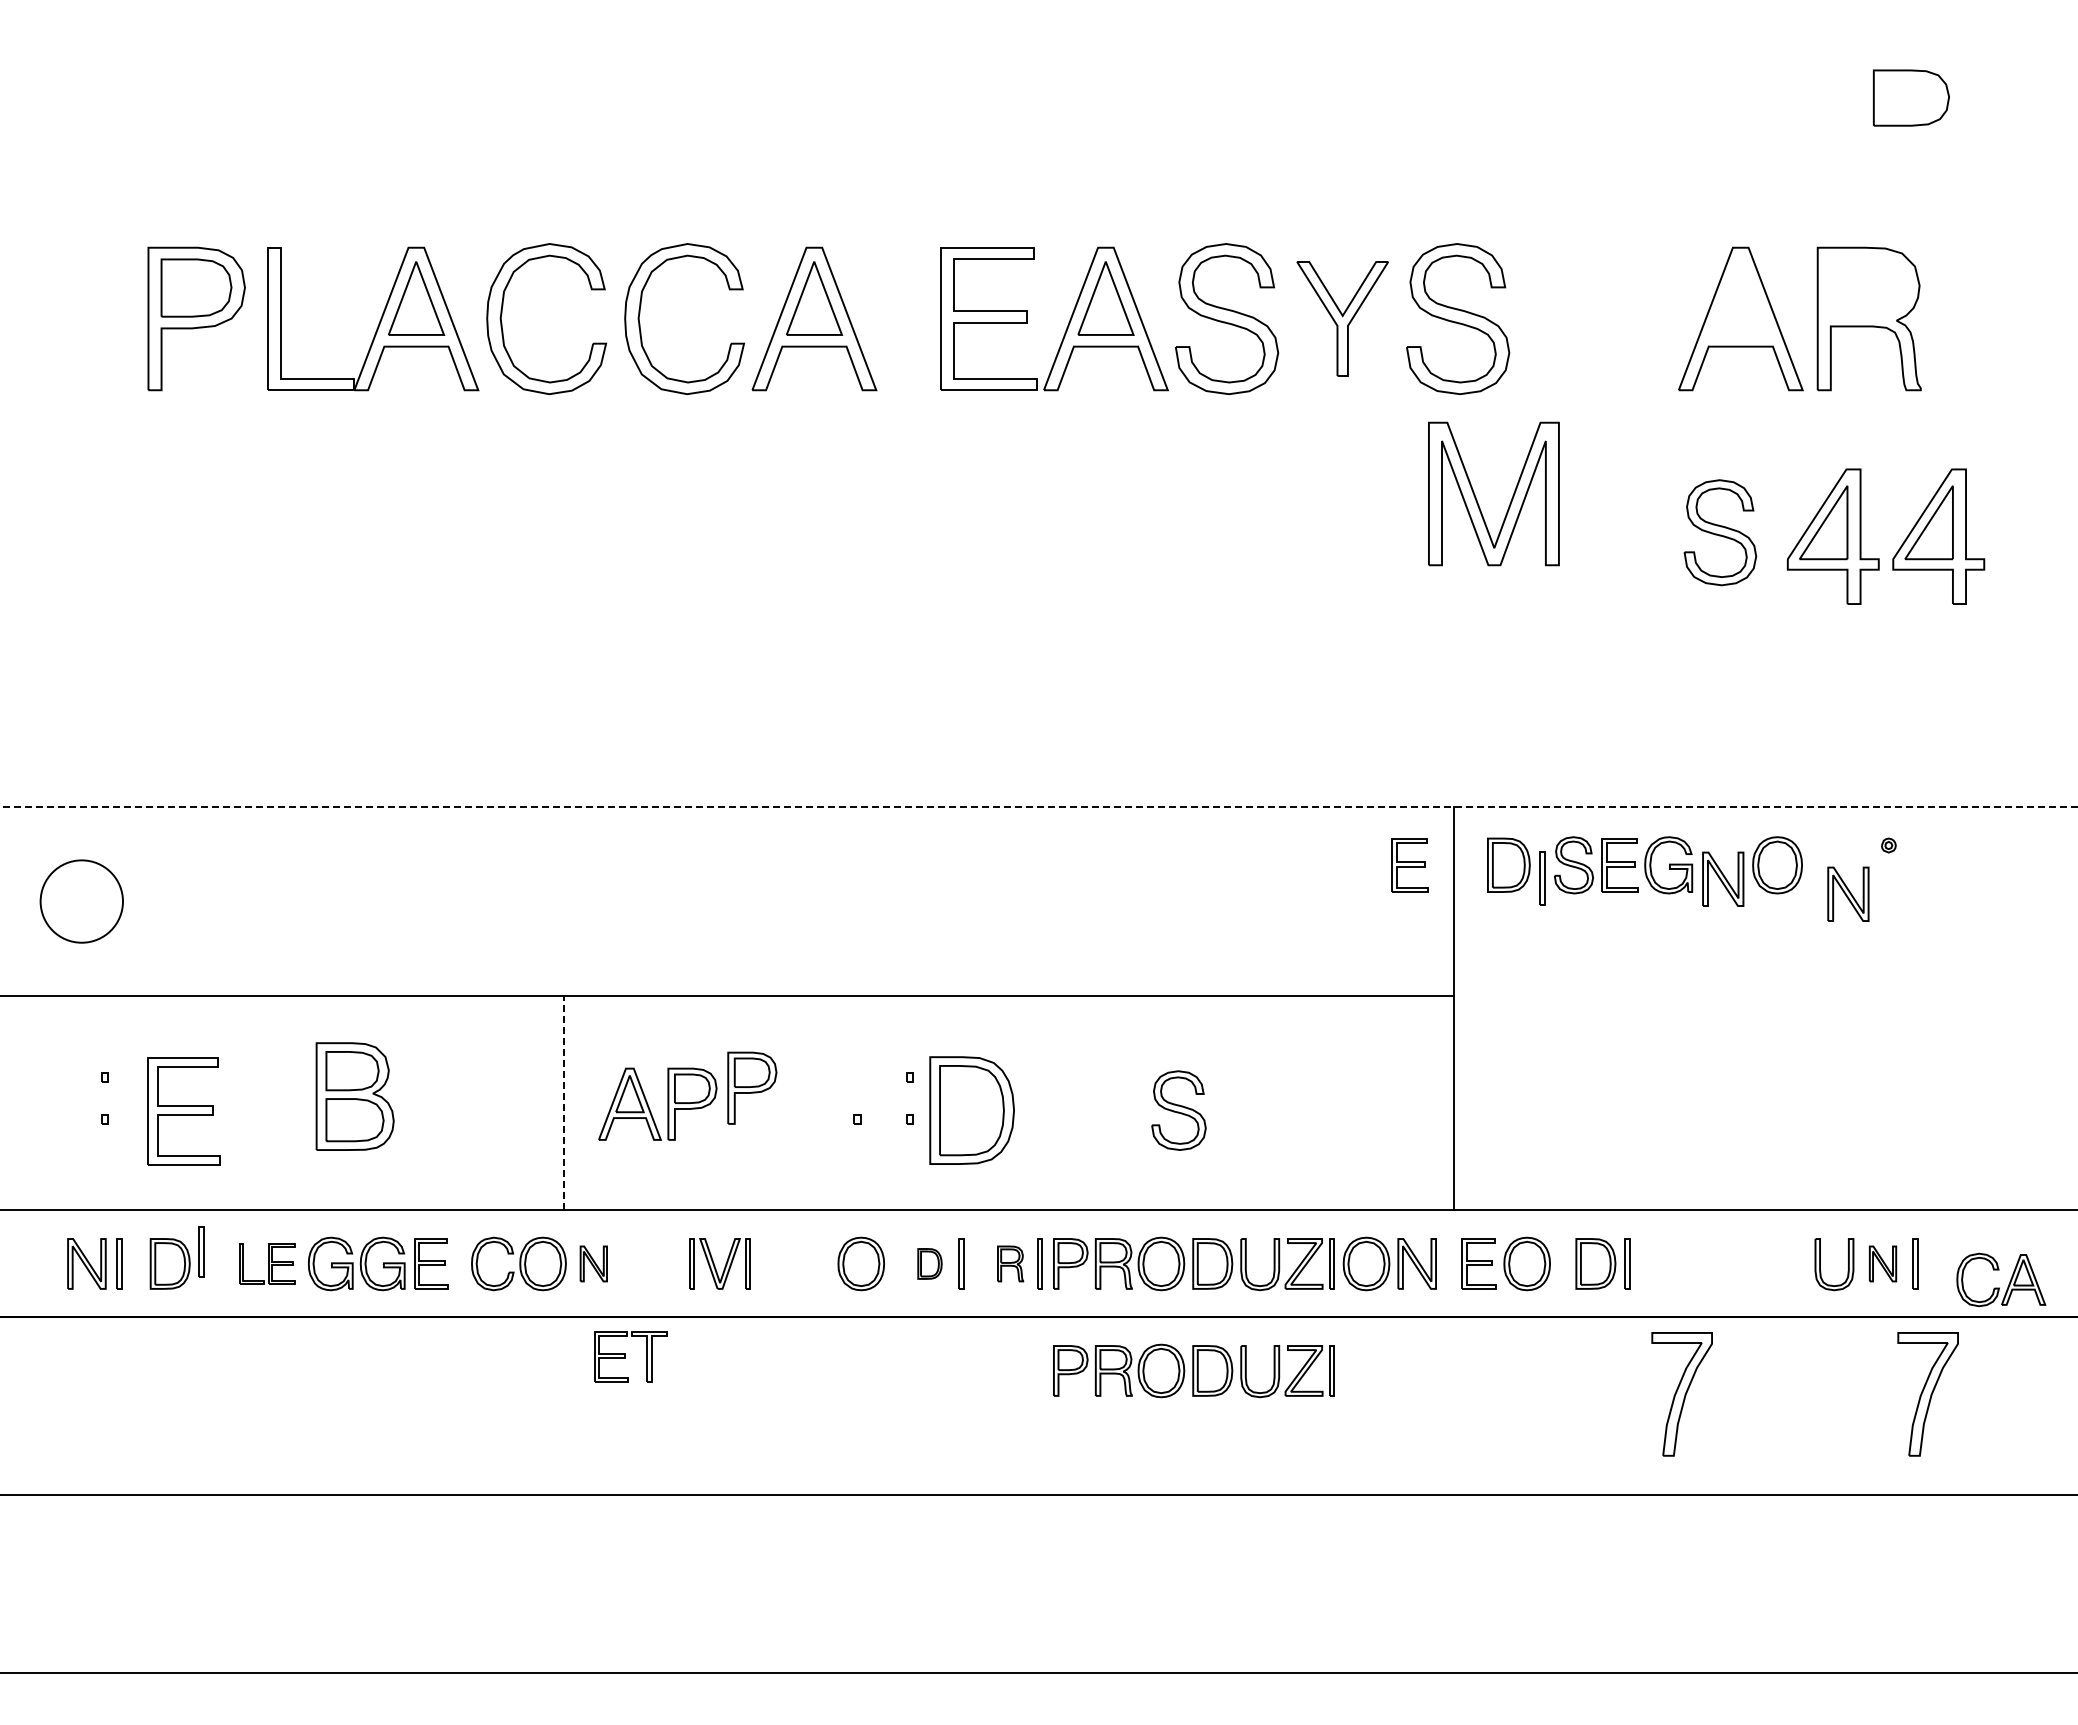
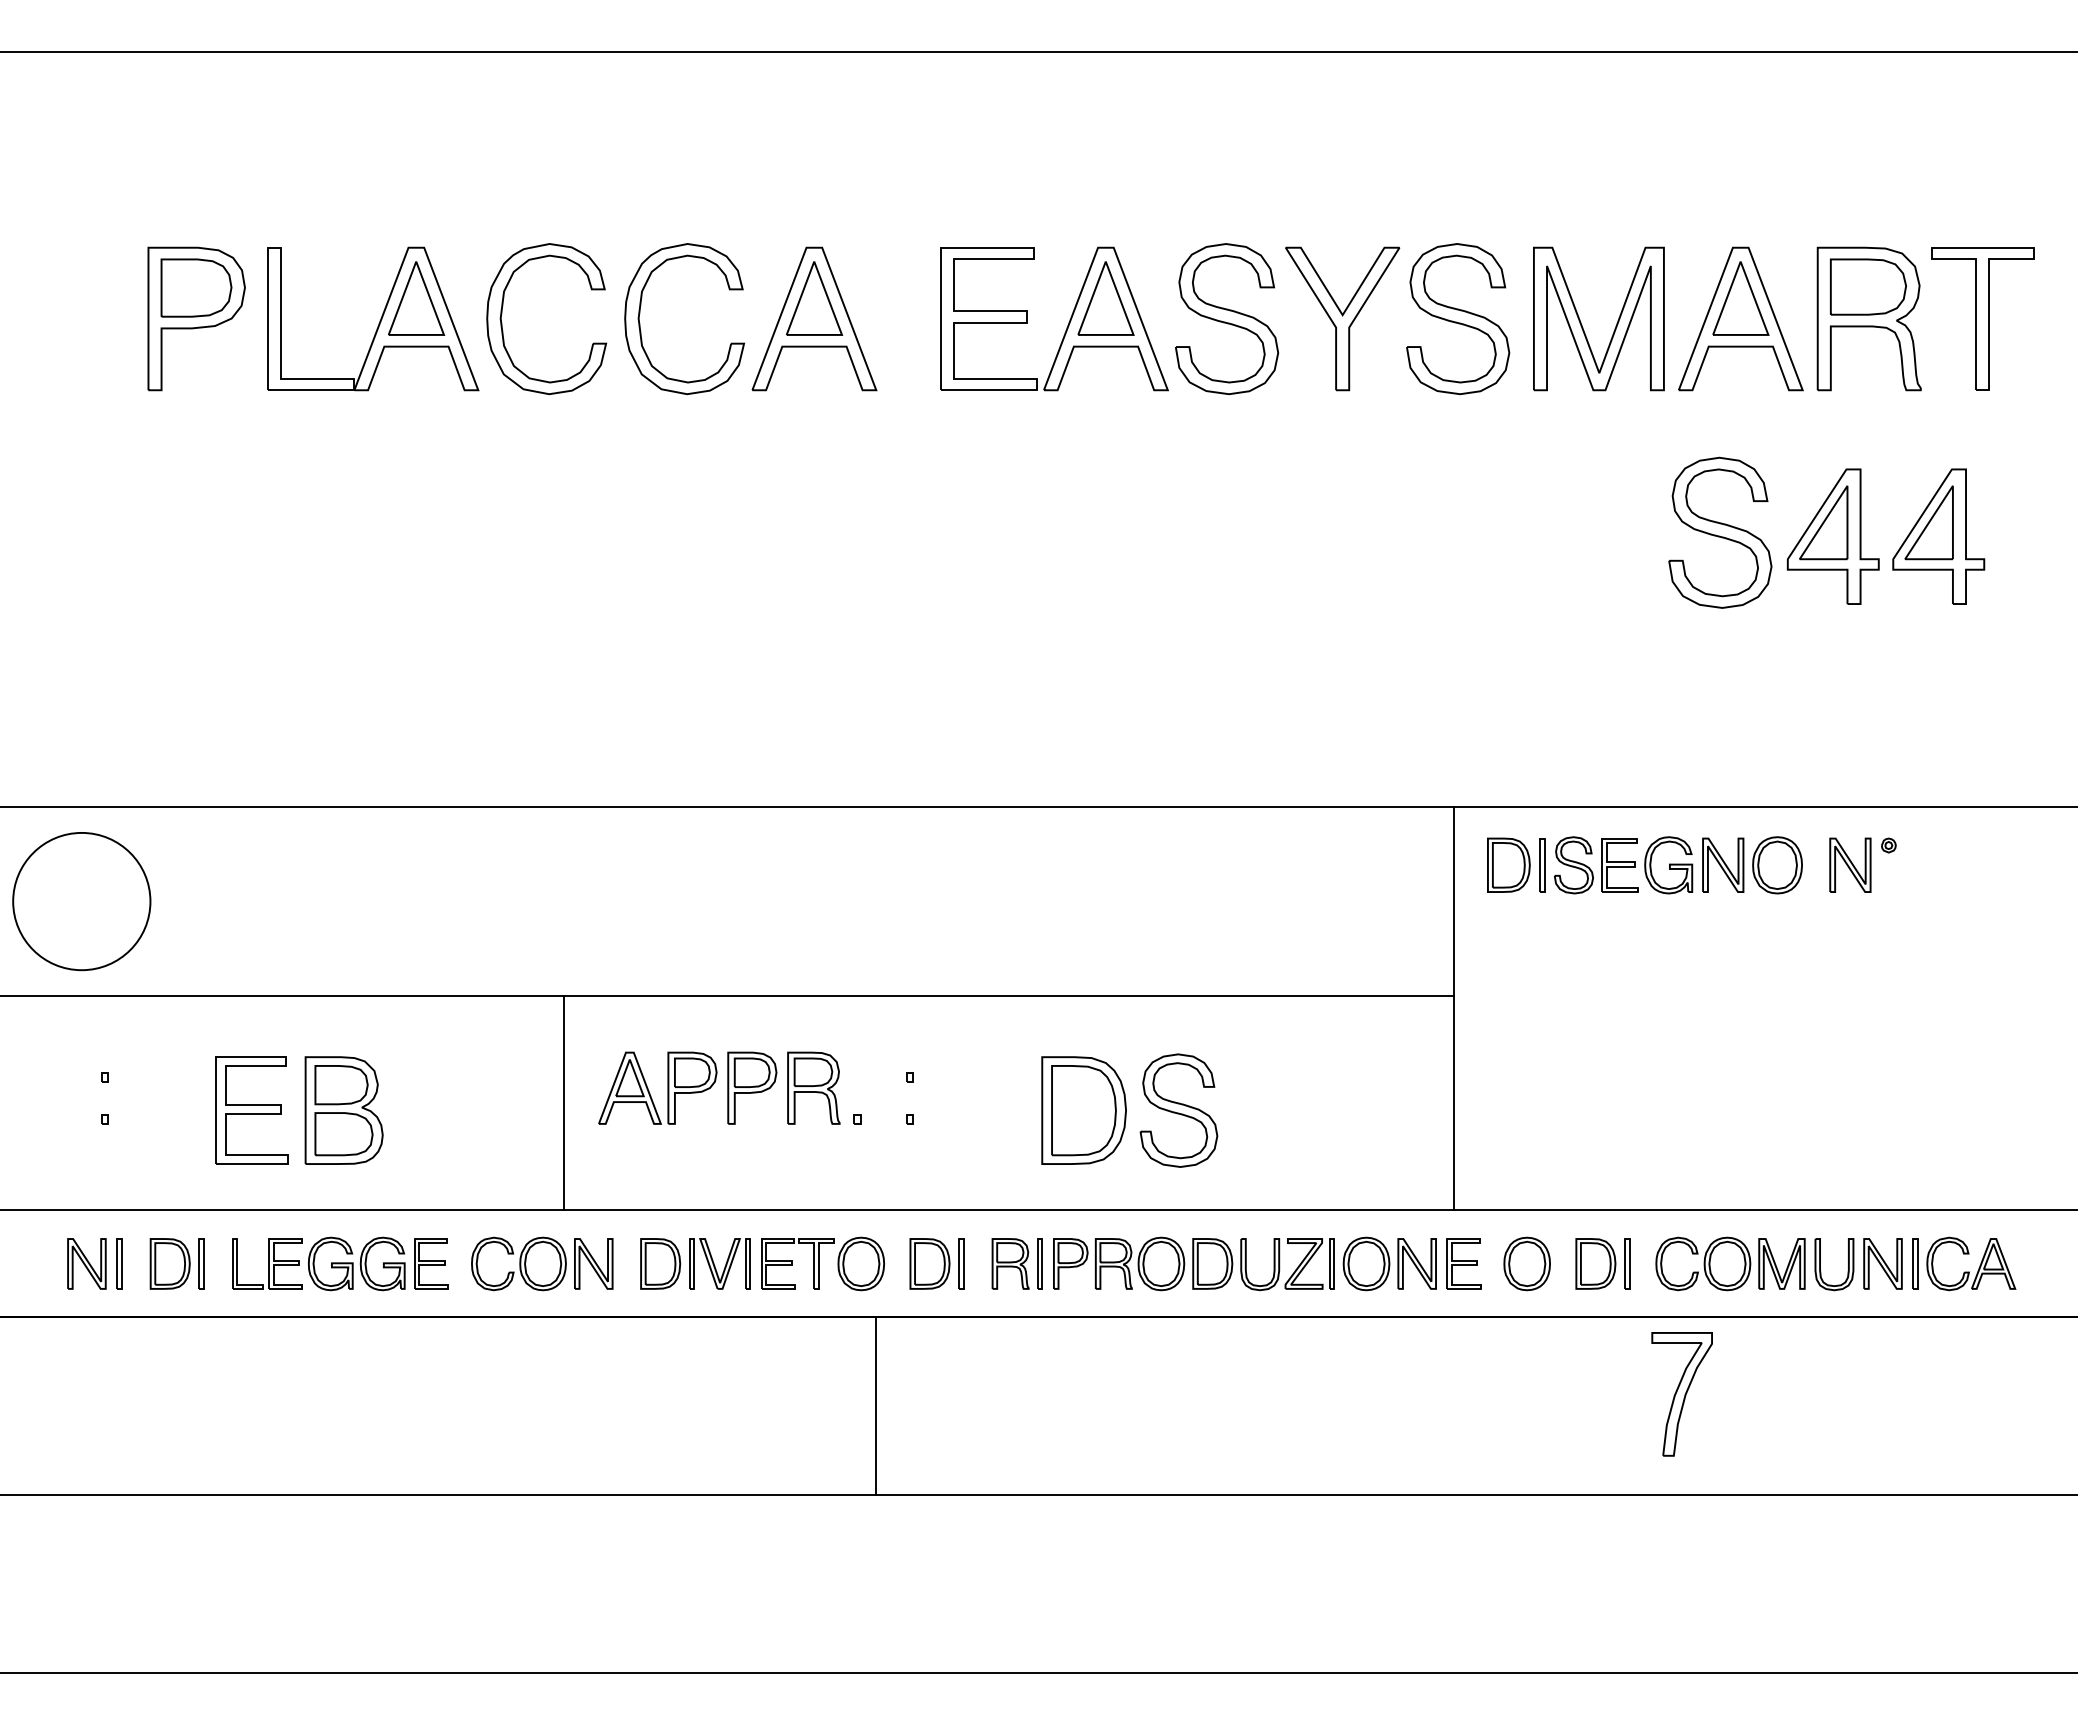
line at (1038, 51): none -> present
part at (1911, 97) position: (1911, 97) -> (1868, 286)
part at (1740, 298): none -> present
part at (1342, 318) size: 93x116 px -> 116x146 px
part at (1982, 318): none -> present
part at (1477, 499) position: (1477, 499) -> (1582, 324)
part at (1720, 532) size: 75x108 px -> 105x153 px
line at (1039, 807): dashed -> solid
part at (1409, 865): present -> none
part at (1542, 878) position: (1542, 878) -> (1542, 865)
part at (1723, 878) position: (1723, 878) -> (1723, 864)
part at (1848, 893) position: (1848, 893) -> (1850, 864)
circle at (81, 901) diameter: 82 px -> 137 px
part at (813, 1087): none -> present
part at (354, 1096) position: (354, 1096) -> (343, 1110)
line at (563, 1102): dashed -> solid
part at (649, 1106) position: (649, 1106) -> (649, 1090)
part at (971, 1110) position: (971, 1110) -> (1083, 1110)
part at (1178, 1110) size: 56x81 px -> 80x115 px
part at (183, 1111) position: (183, 1111) -> (251, 1110)
part at (201, 1251) position: (201, 1251) -> (201, 1263)
part at (267, 1263) size: 57x42 px -> 71x52 px
part at (593, 1263) size: 29x38 px -> 40x52 px
part at (660, 1263): none -> present
part at (929, 1263) size: 26x32 px -> 42x52 px
part at (1010, 1263) size: 28x38 px -> 39x52 px
part at (1478, 1263) position: (1478, 1263) -> (1463, 1263)
part at (1730, 1263): none -> present
part at (1883, 1263) size: 29x38 px -> 40x52 px
part at (2009, 1281) position: (2009, 1281) -> (1979, 1265)
part at (630, 1356) position: (630, 1356) -> (797, 1263)
part at (1193, 1370): present -> none
part at (1927, 1394): present -> none
line at (875, 1405): none -> present
